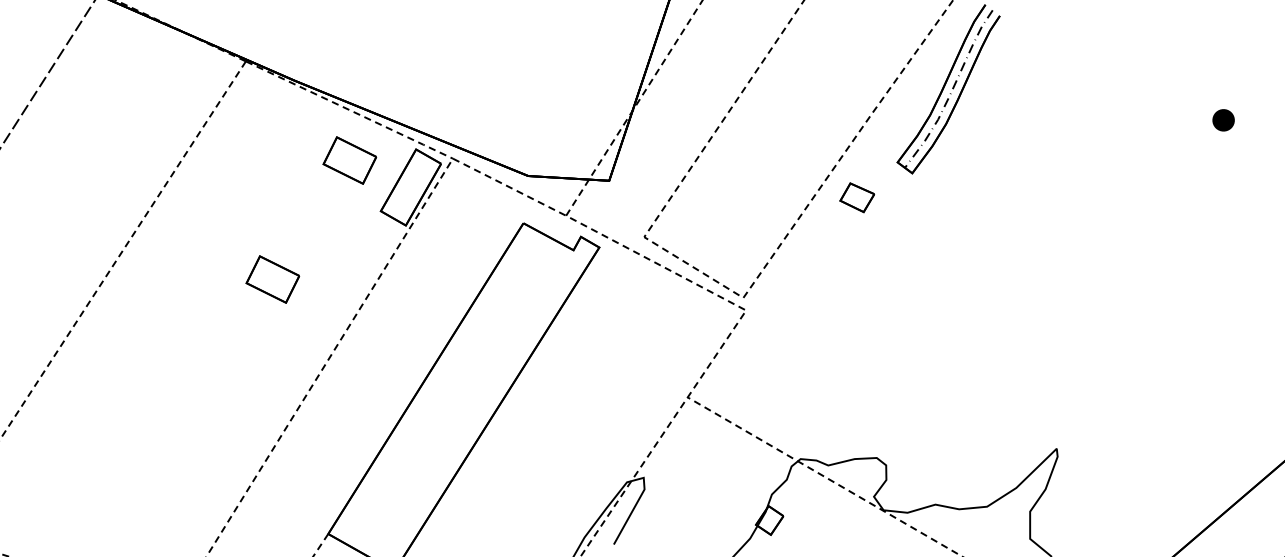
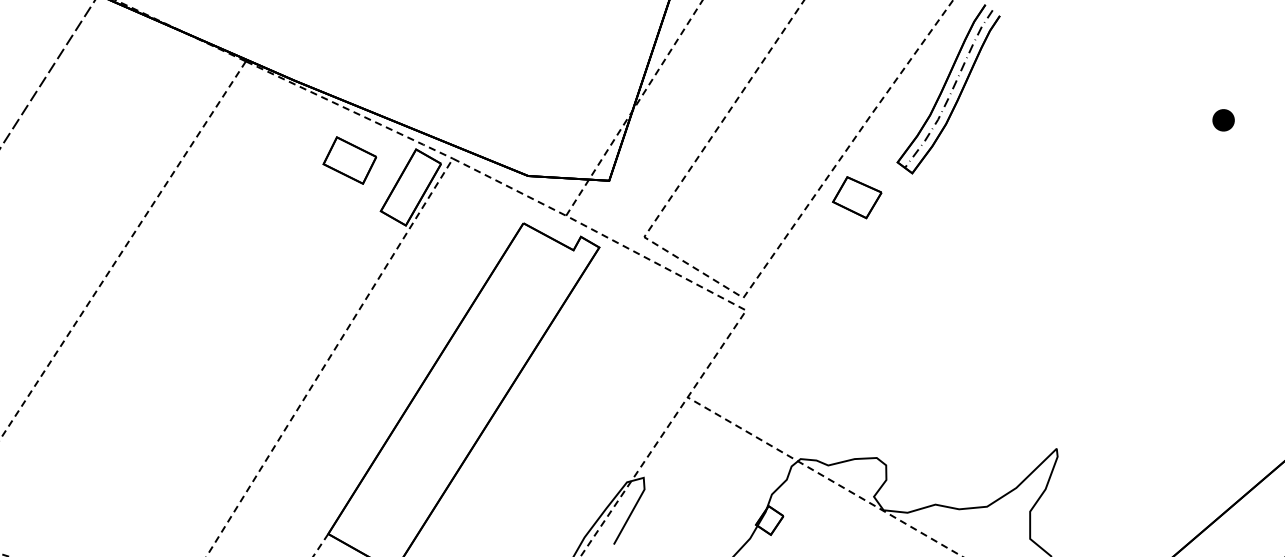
part at (857, 197) size: 37x32 px -> 51x44 px
part at (272, 279): present -> none
